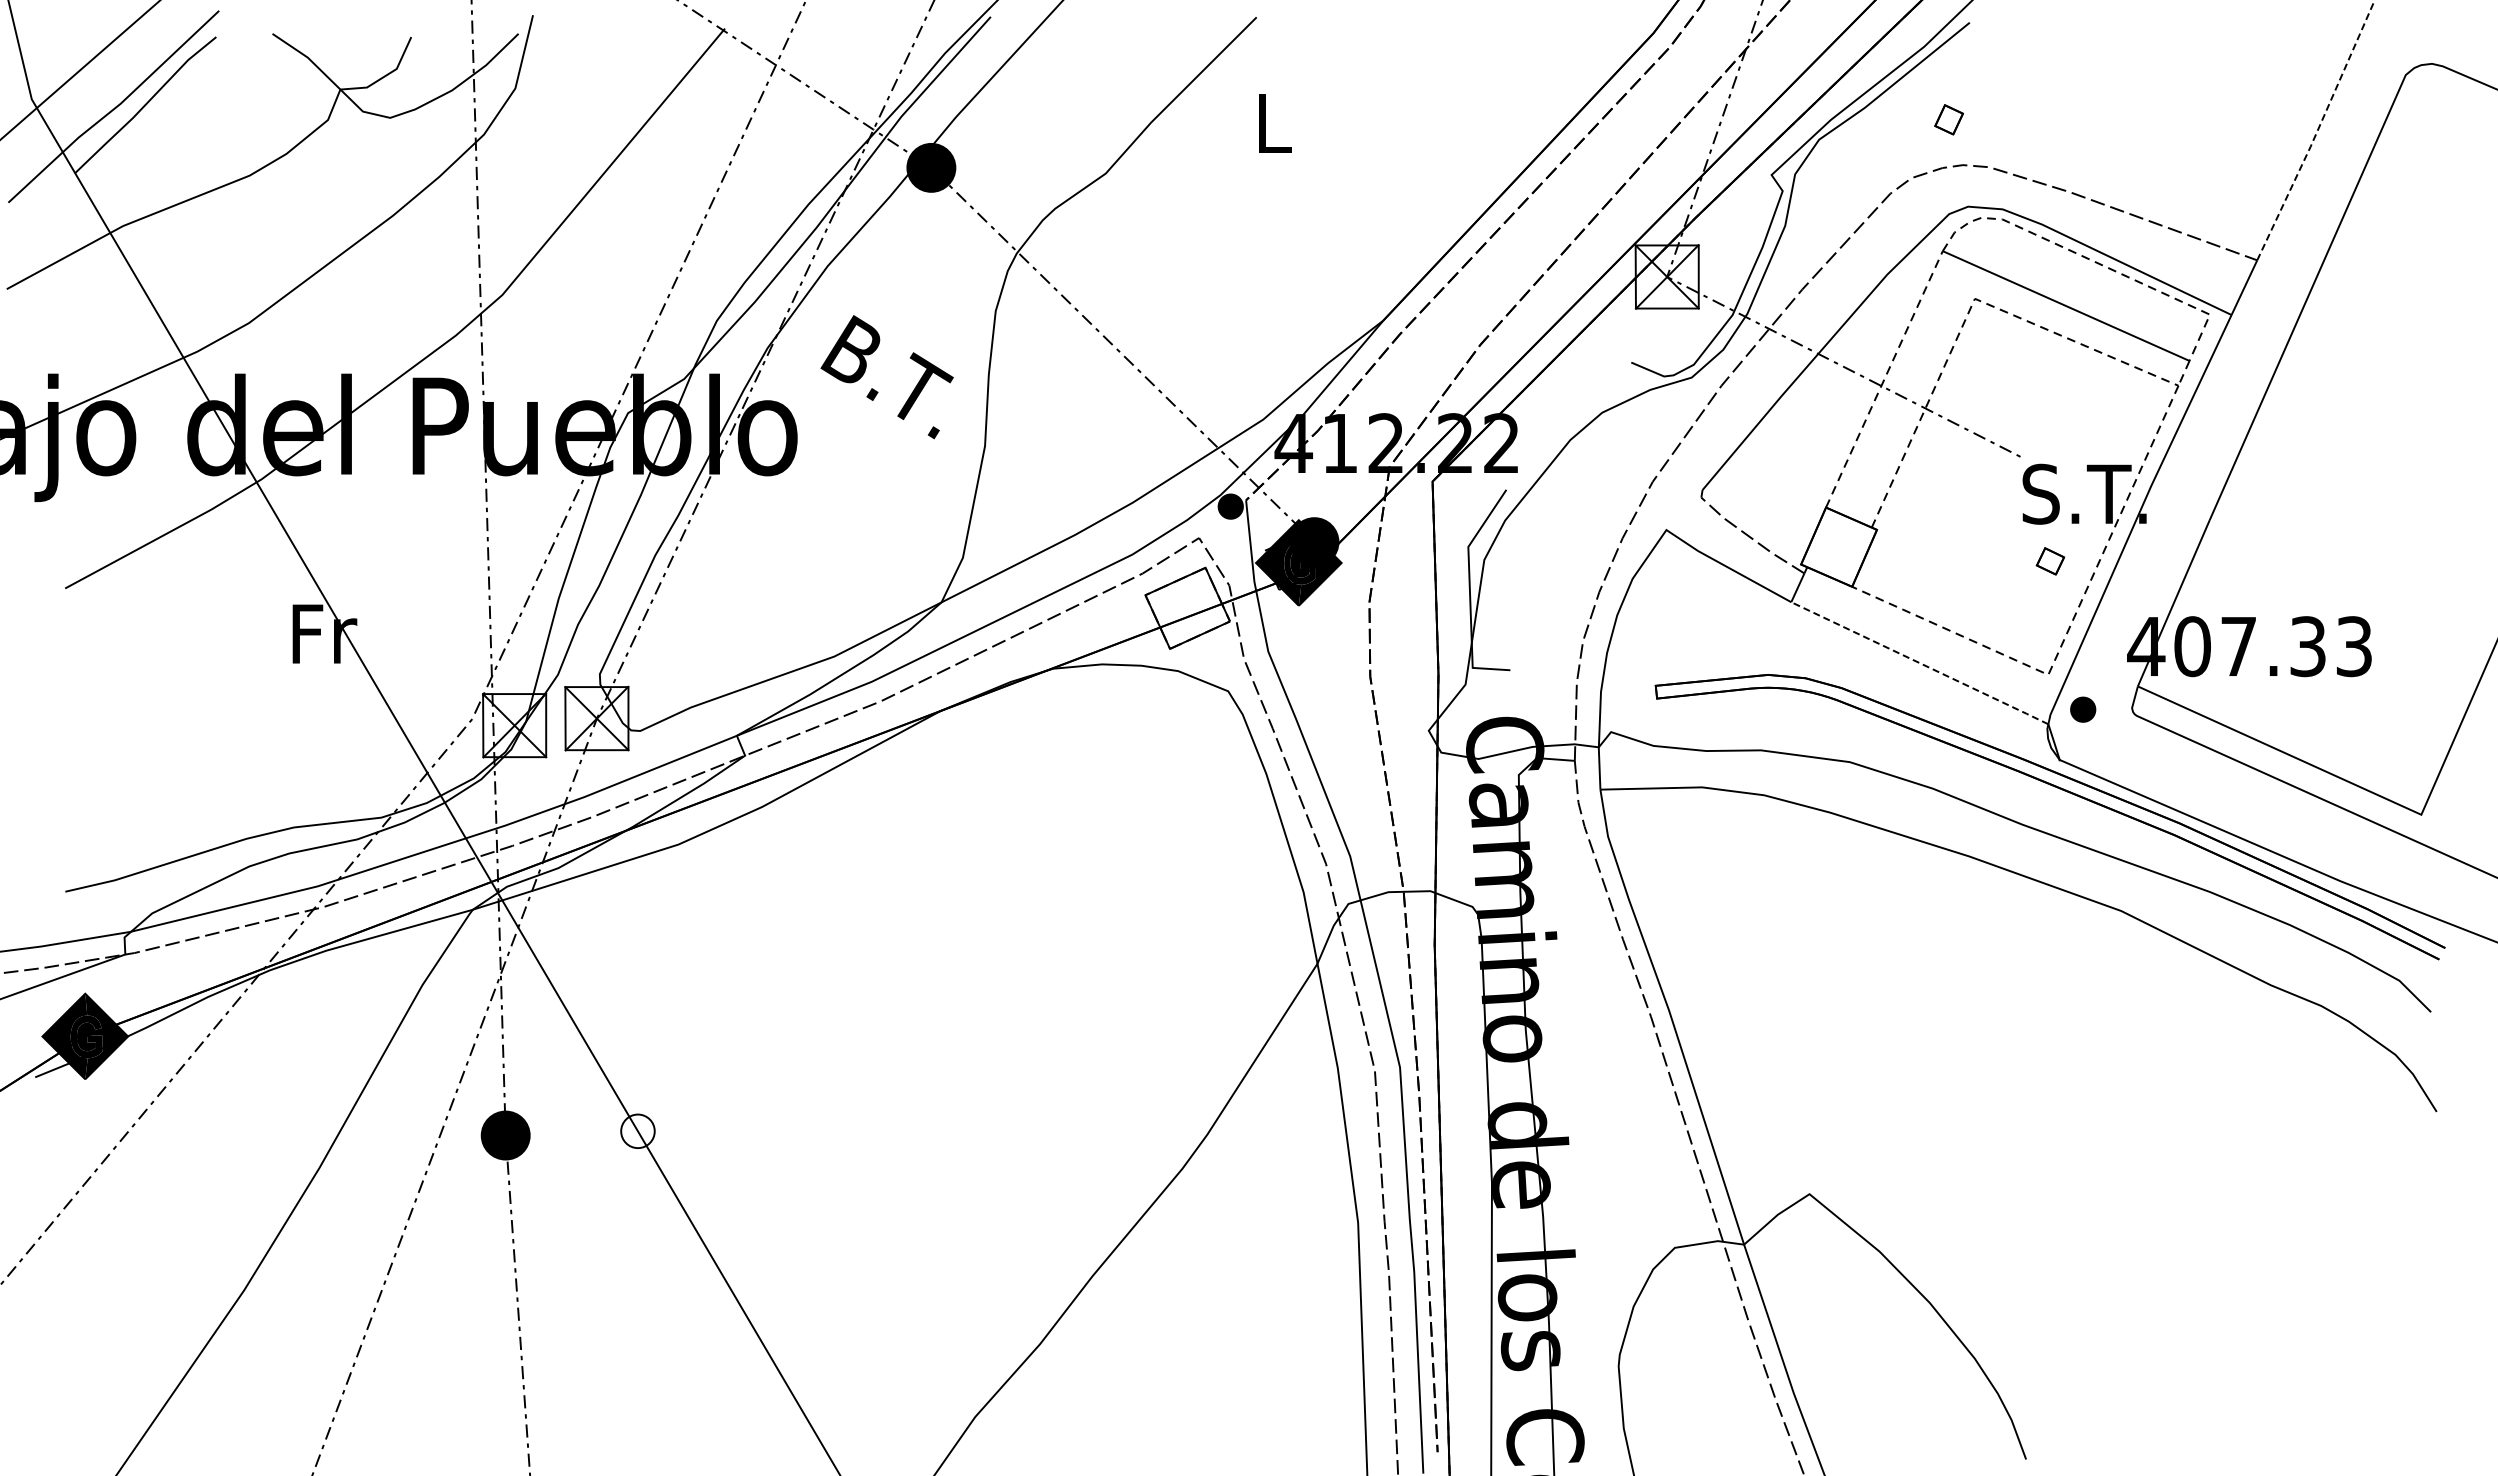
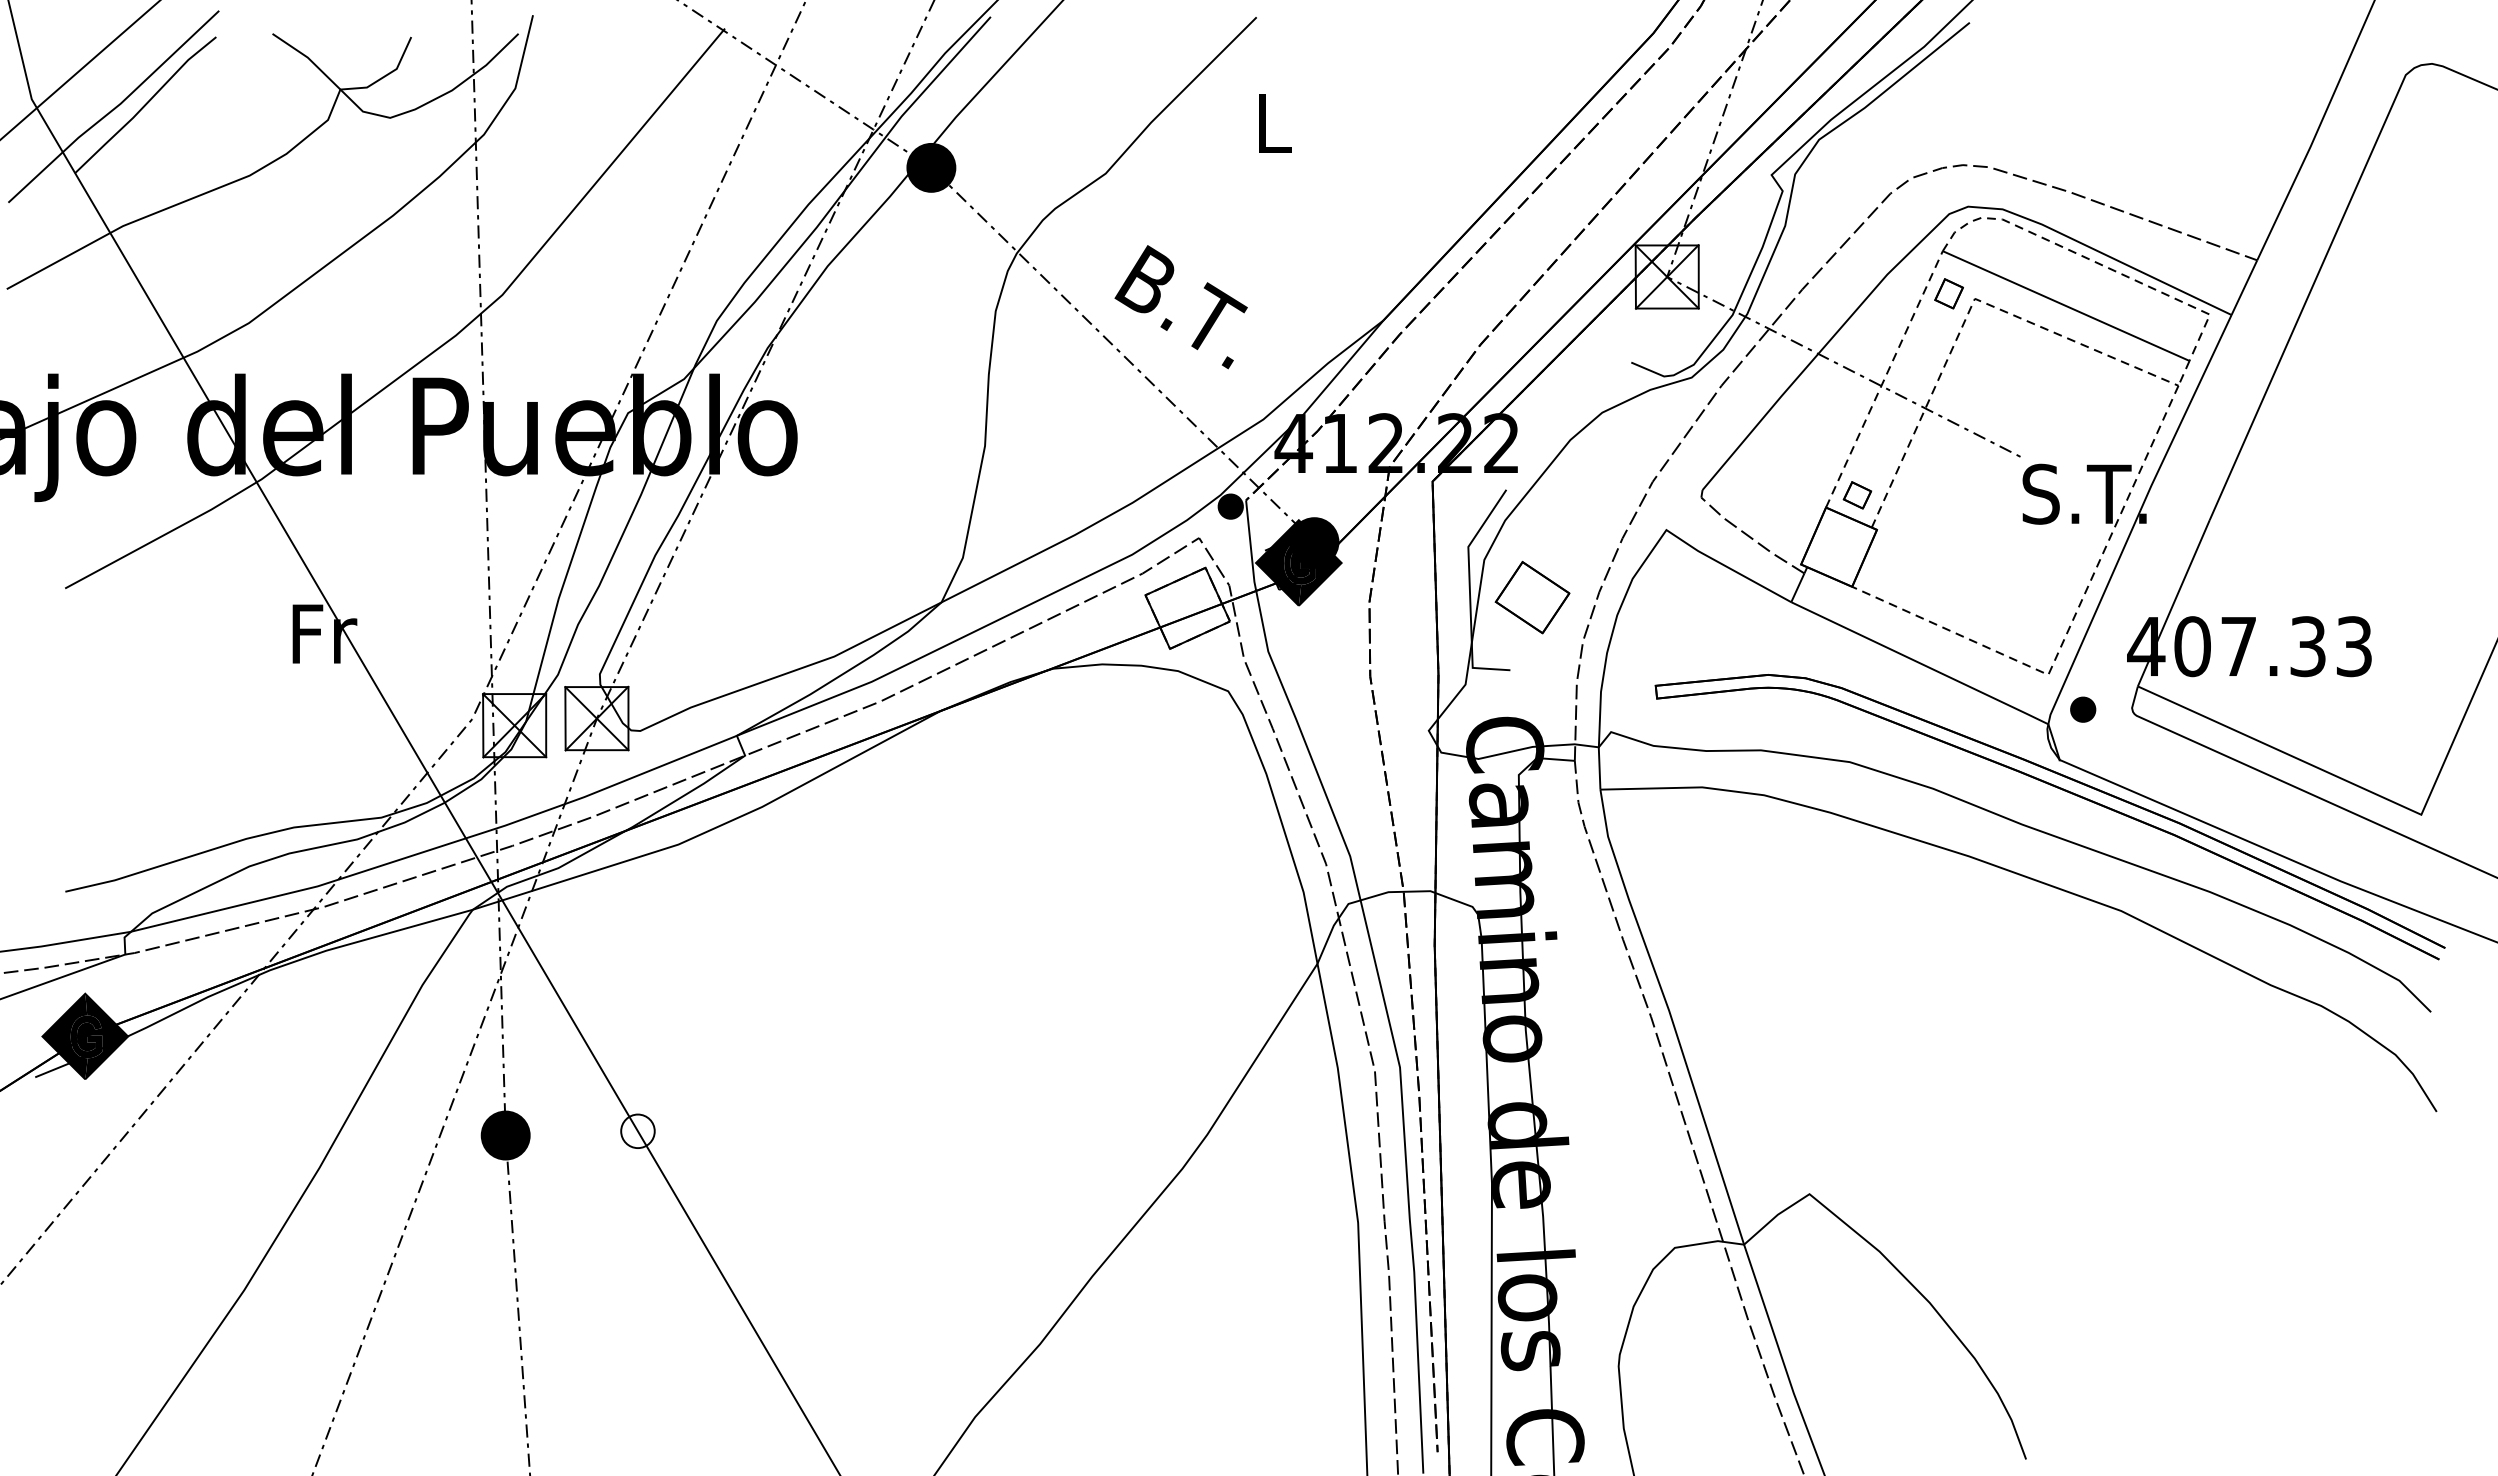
part at (1948, 119) position: (1948, 119) -> (1948, 293)
line at (2317, 131): dashed -> solid
text at (886, 377) position: (886, 377) -> (1180, 307)
part at (2050, 561) position: (2050, 561) -> (1857, 495)
part at (1532, 597): none -> present
line at (1920, 663): dashed -> solid
